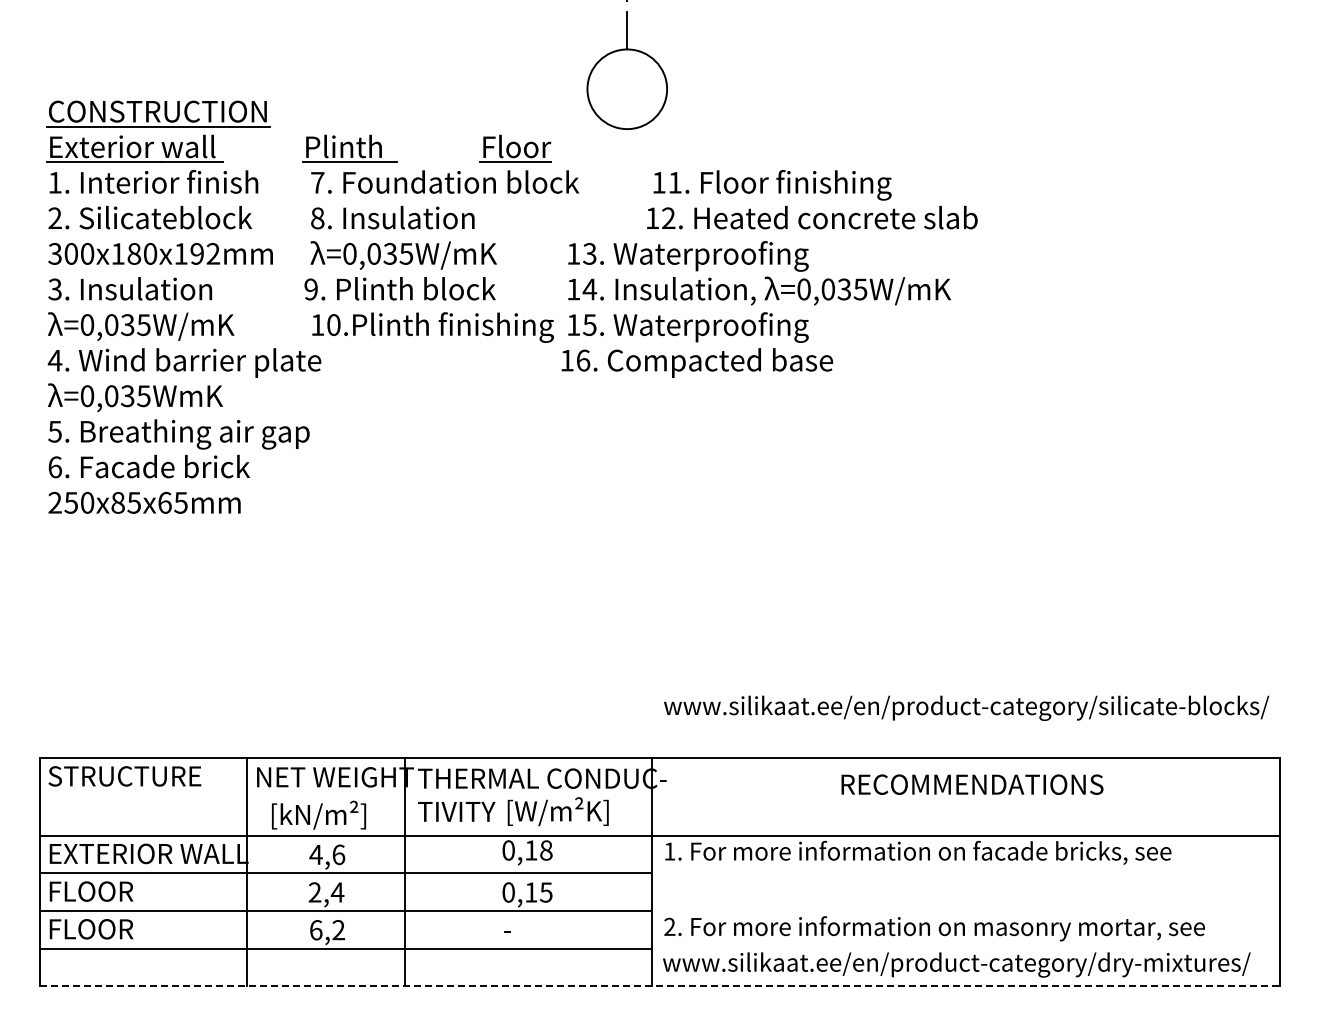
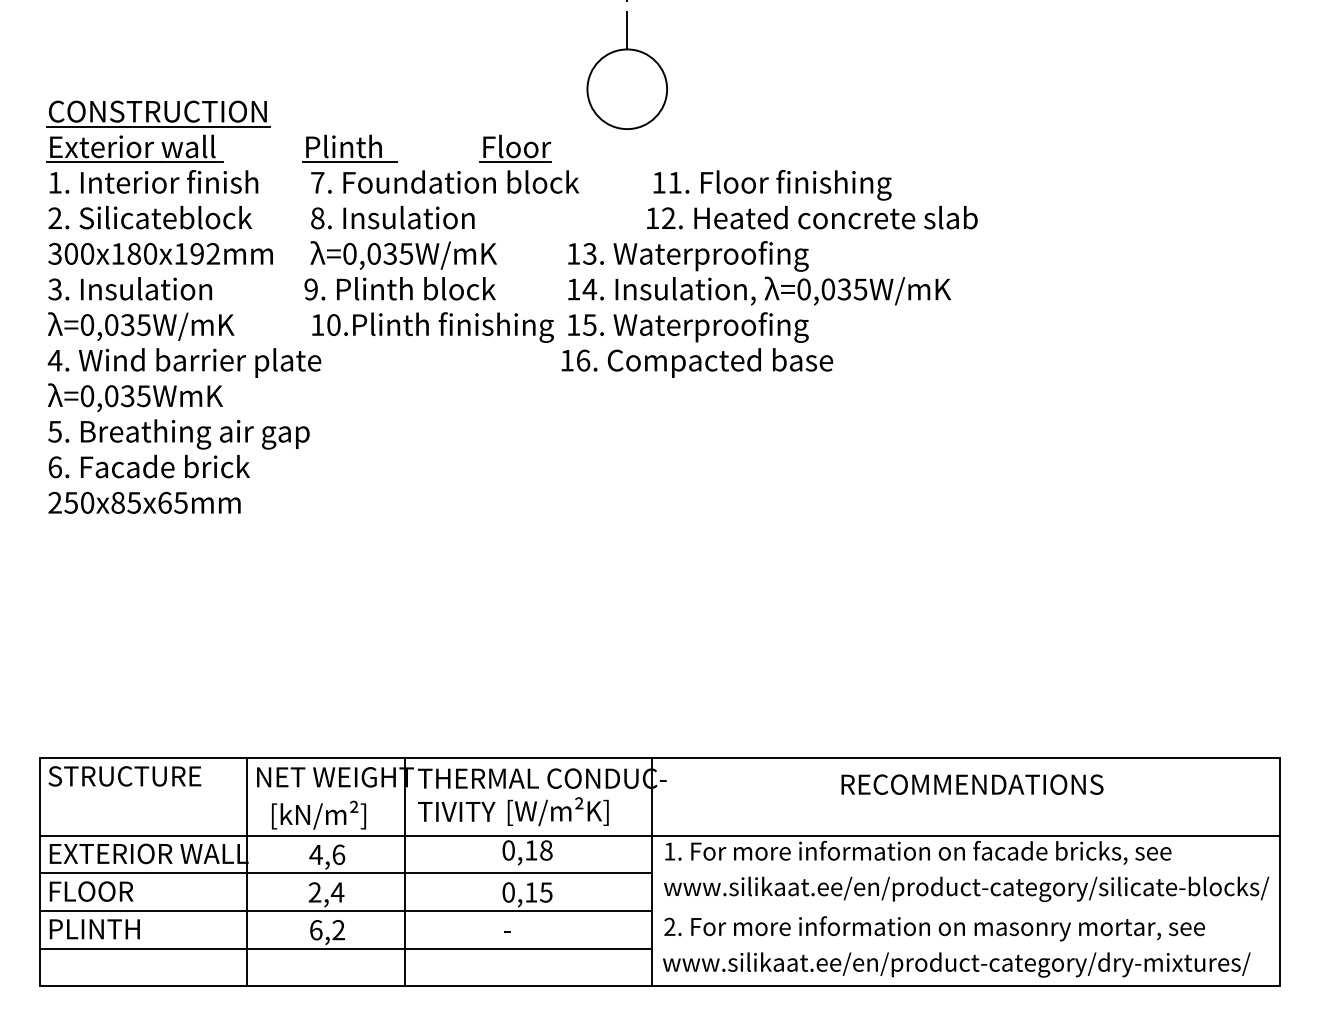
text at (966, 707) position: (966, 707) -> (966, 888)
text at (95, 929): FLOOR -> PLINTH
line at (660, 986): dashed -> solid
